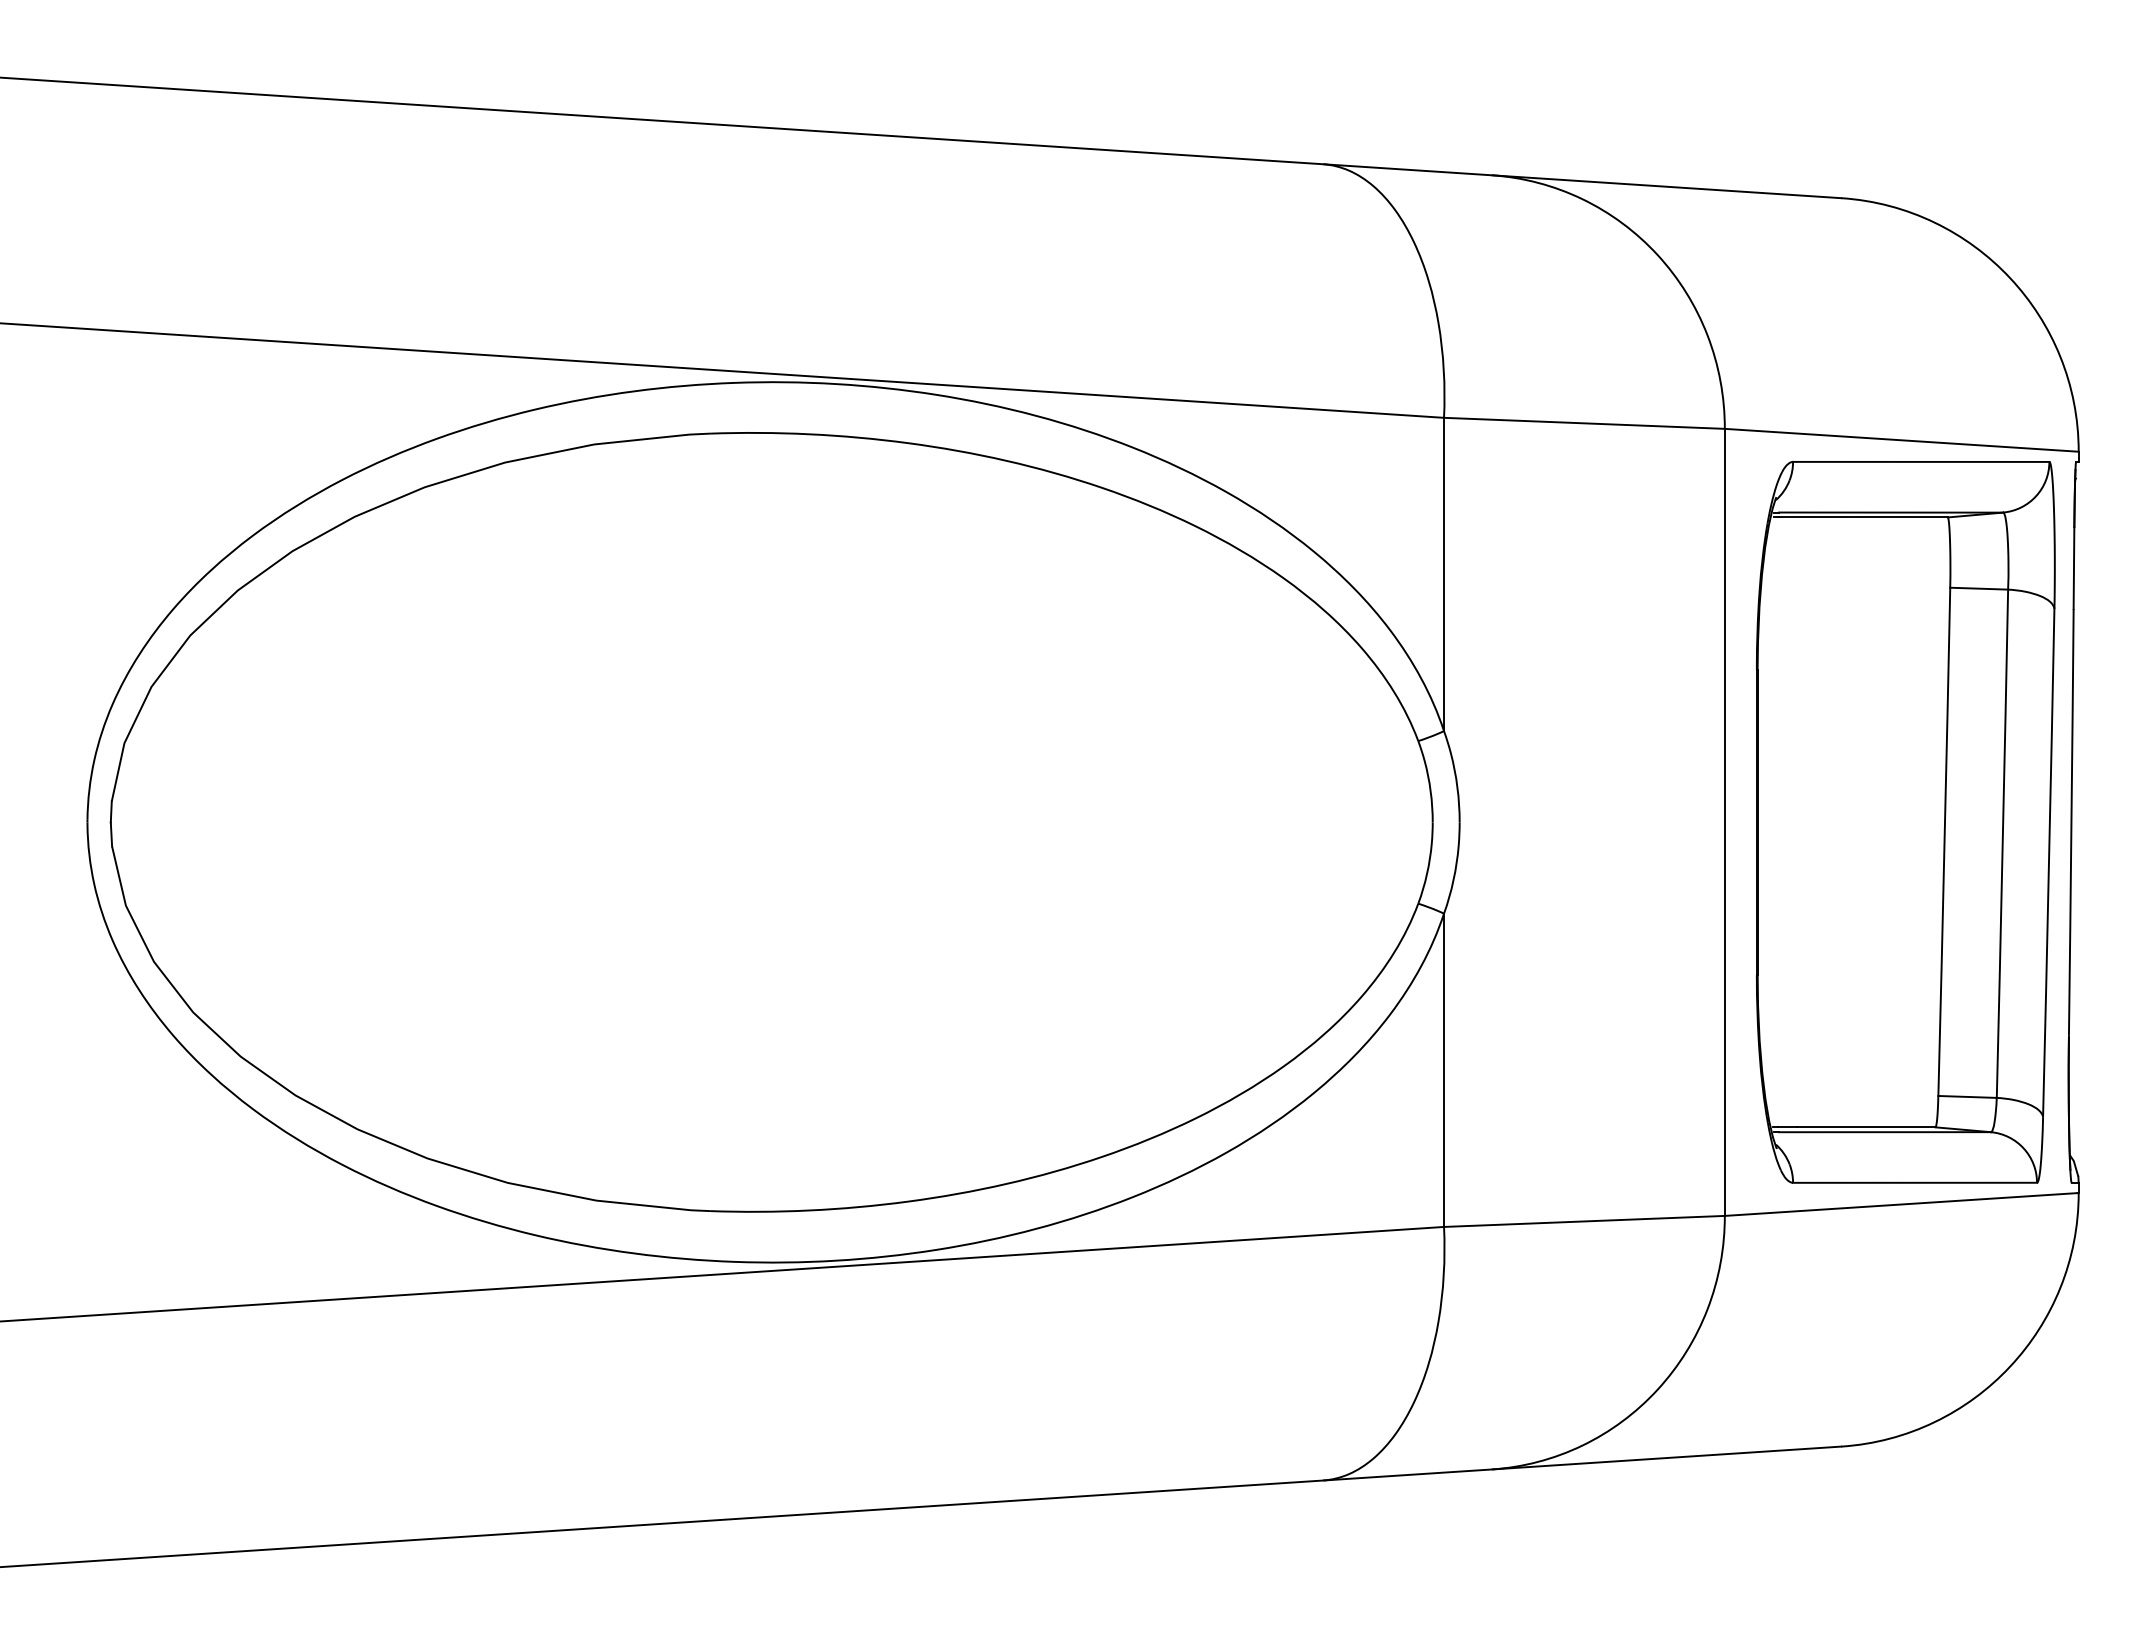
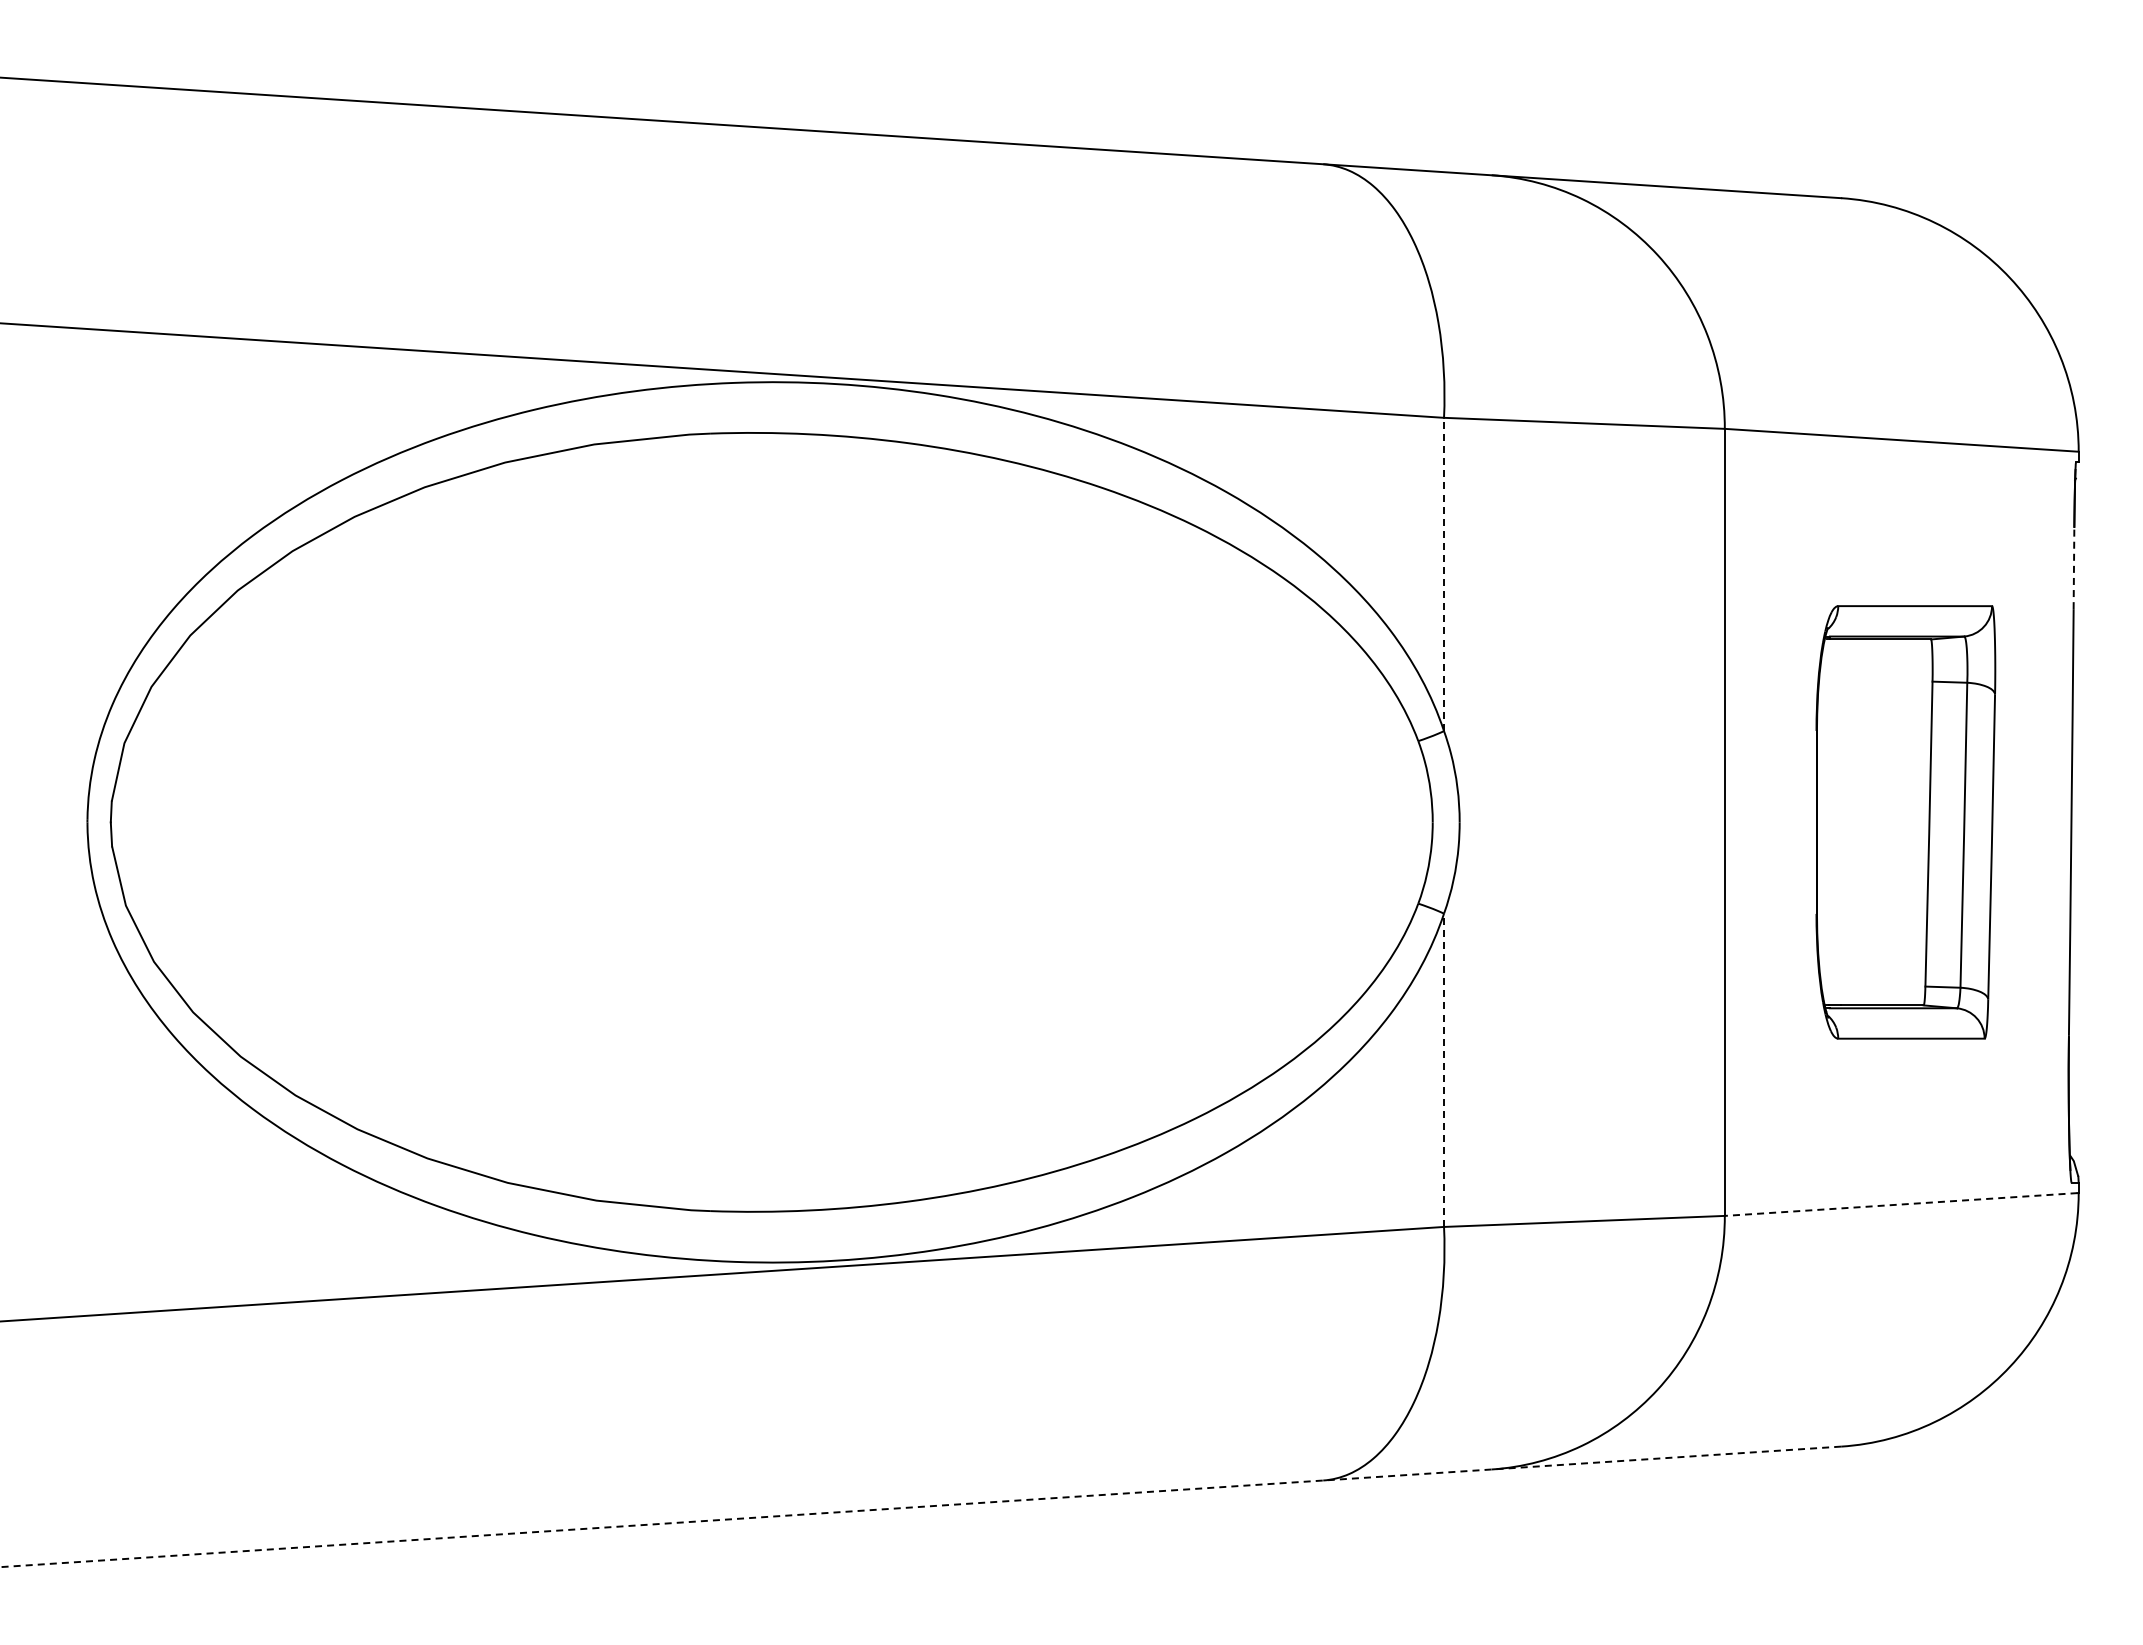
line at (2073, 568): solid -> dashed
line at (1444, 574): solid -> dashed
part at (1905, 822) size: 300x723 px -> 182x435 px
line at (1444, 1070): solid -> dashed
line at (1901, 1204): solid -> dashed
line at (920, 1506): solid -> dashed
